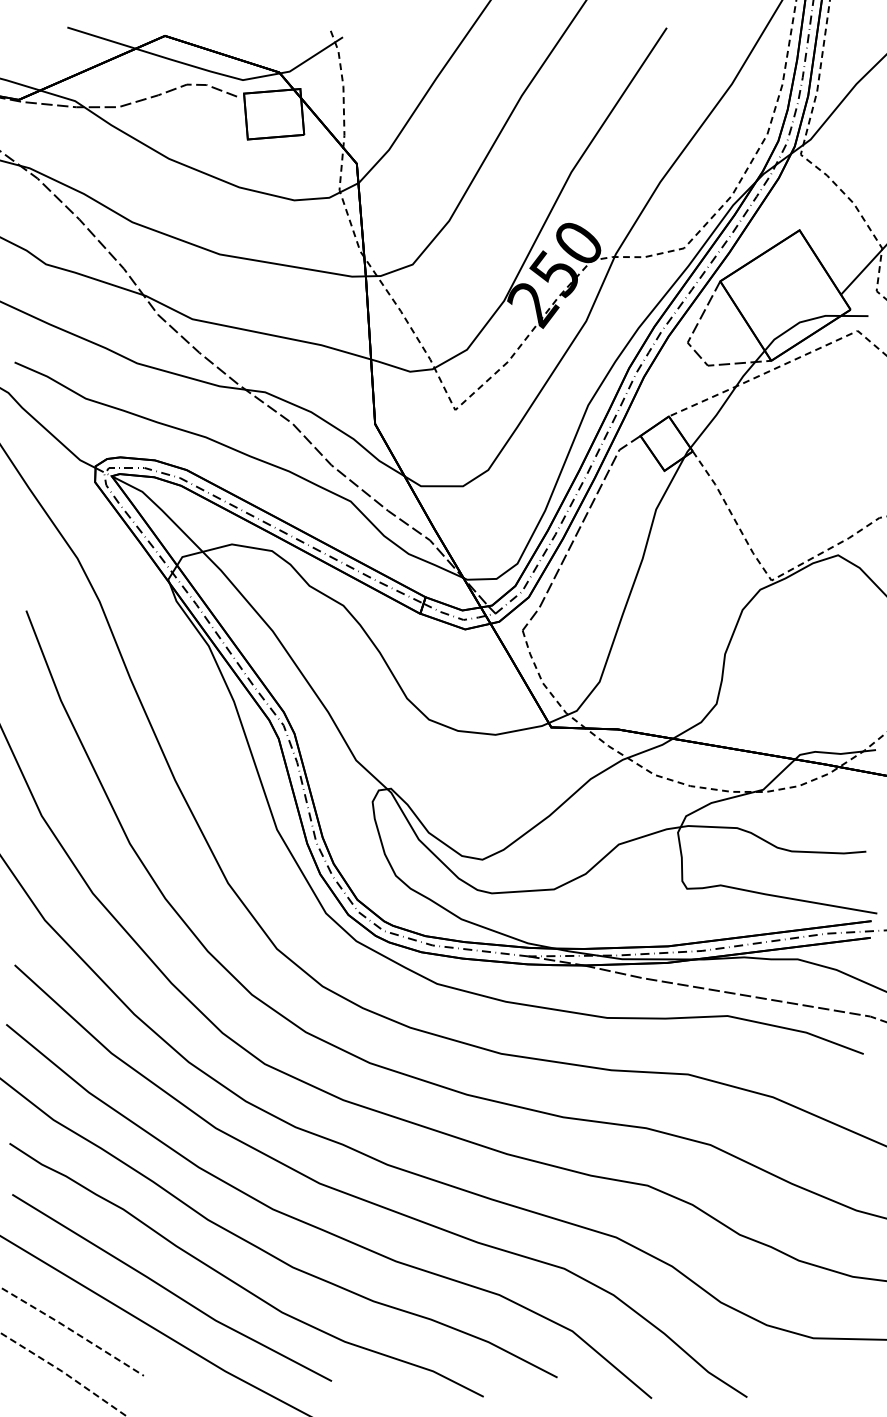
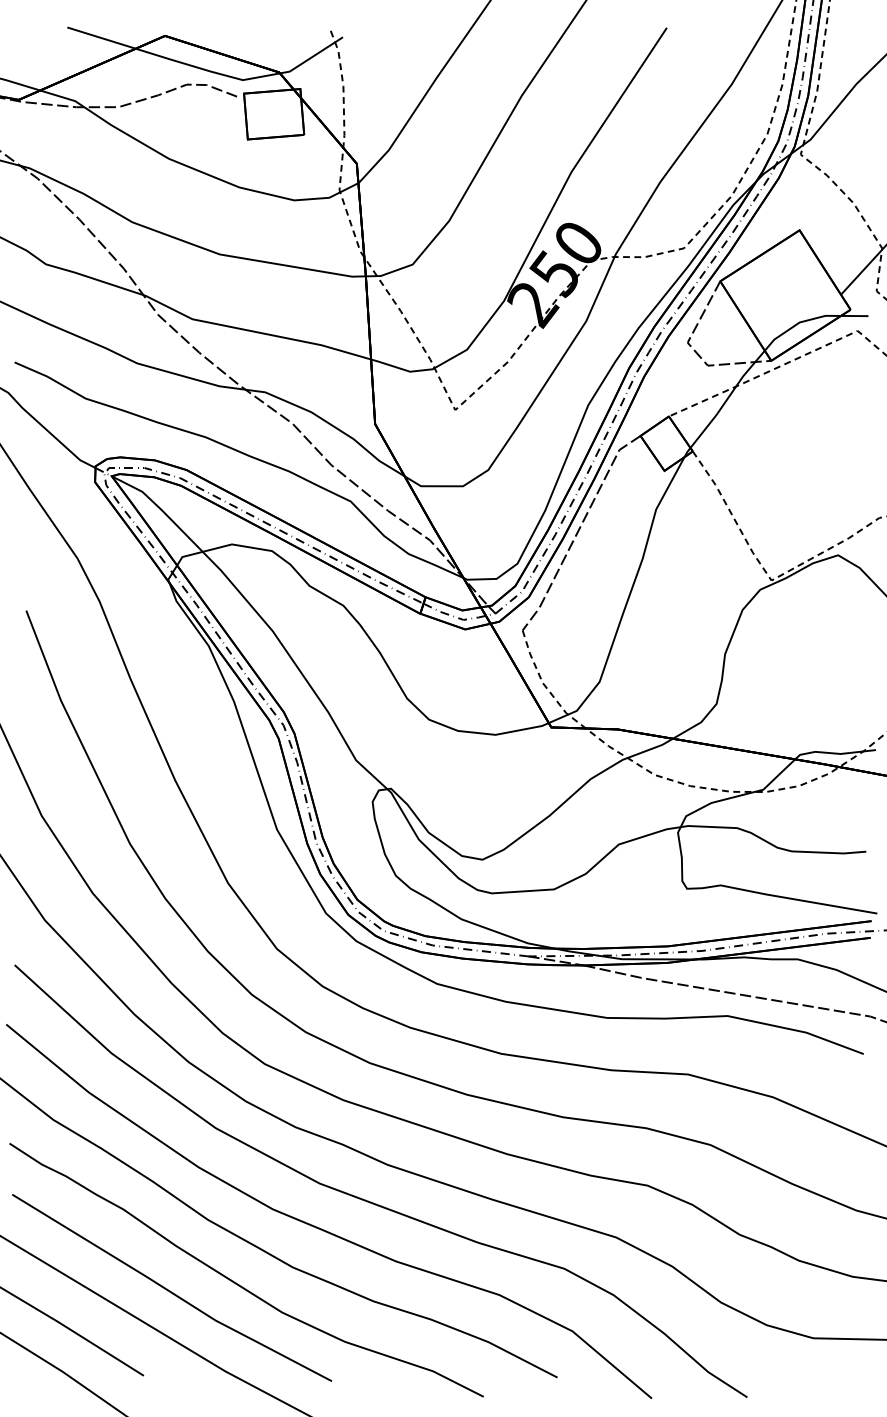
line at (72, 1330): dashed -> solid
line at (64, 1372): dashed -> solid
